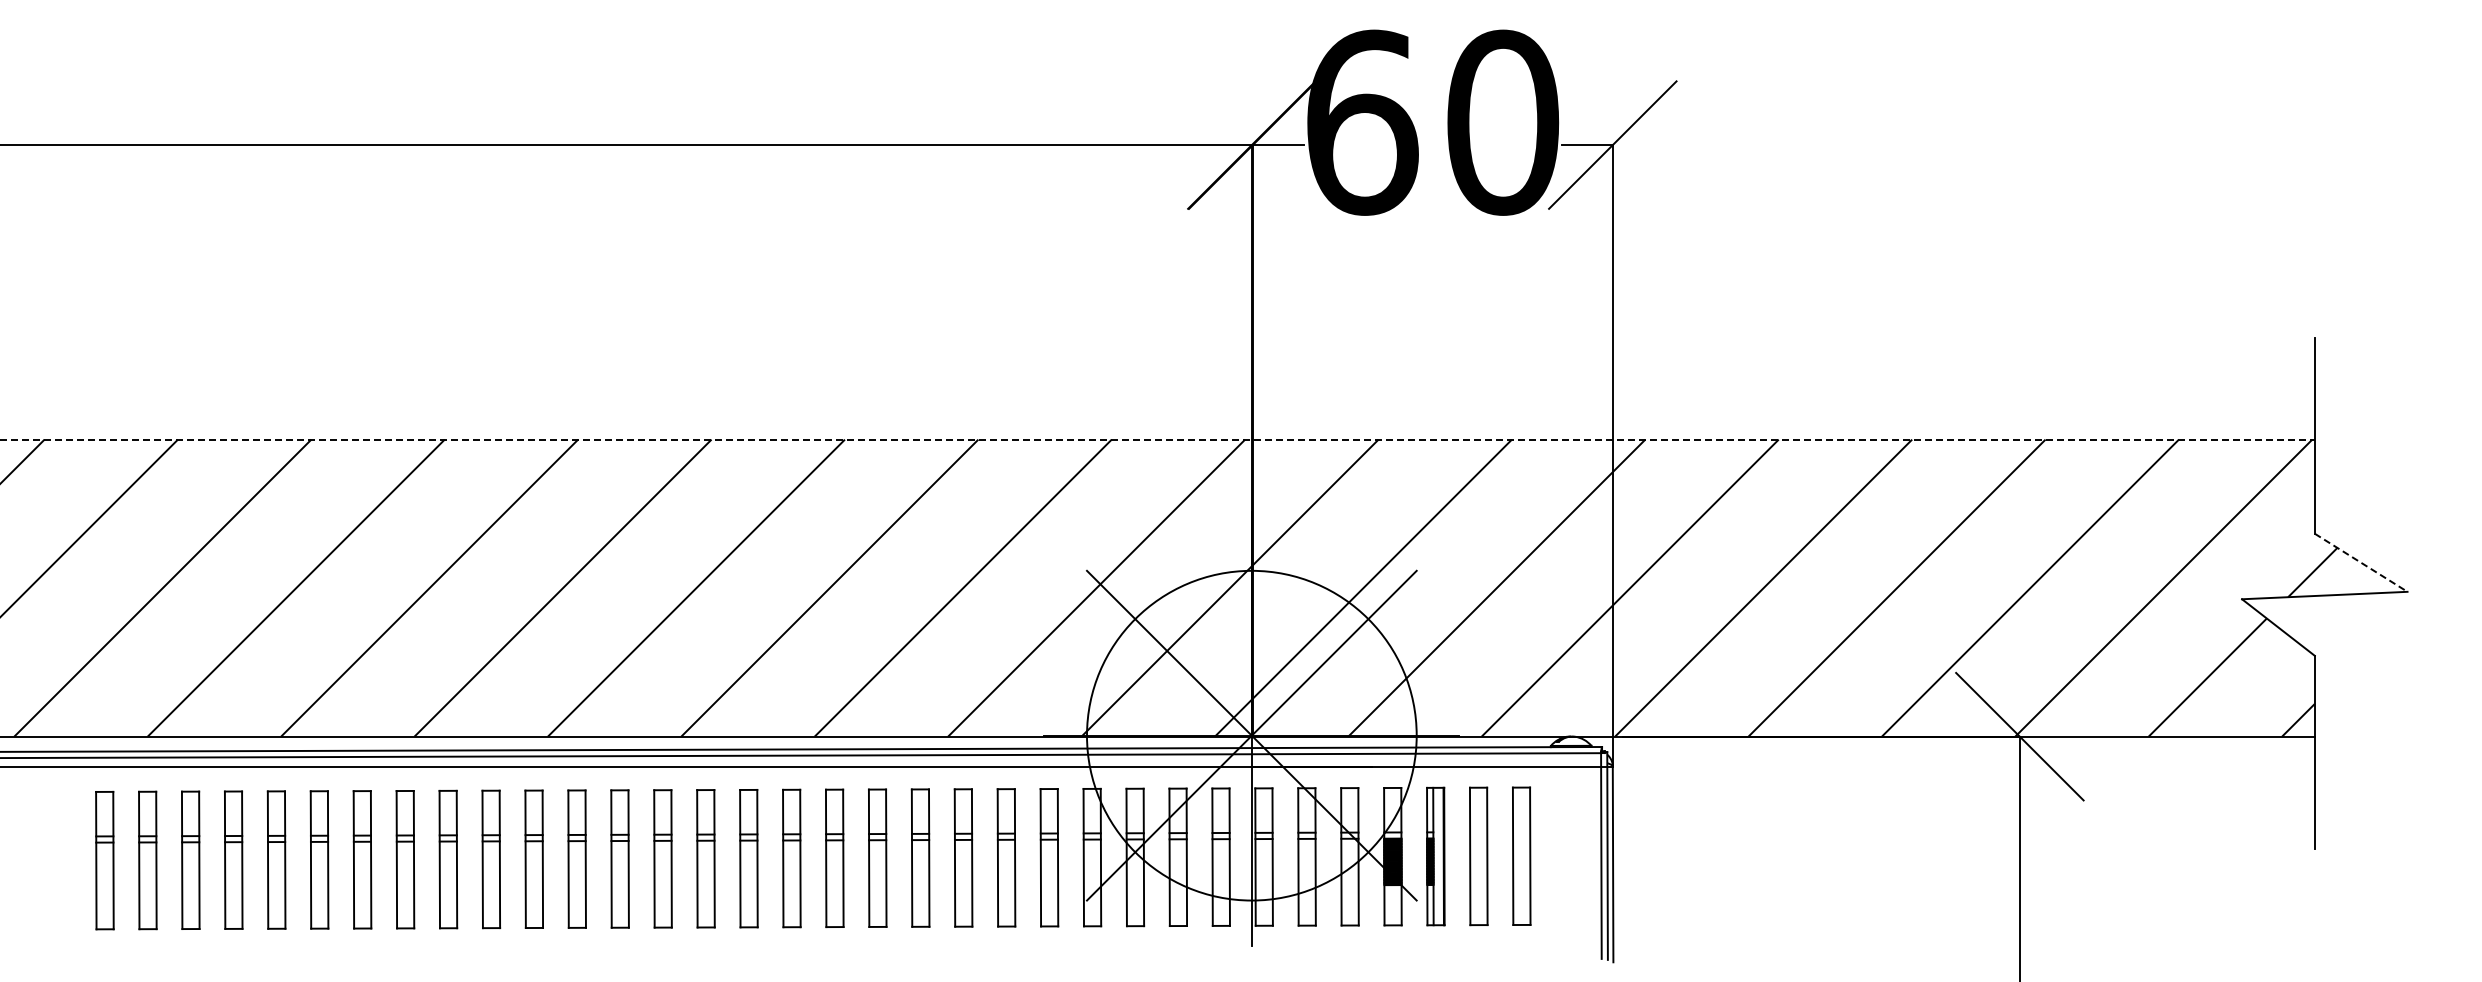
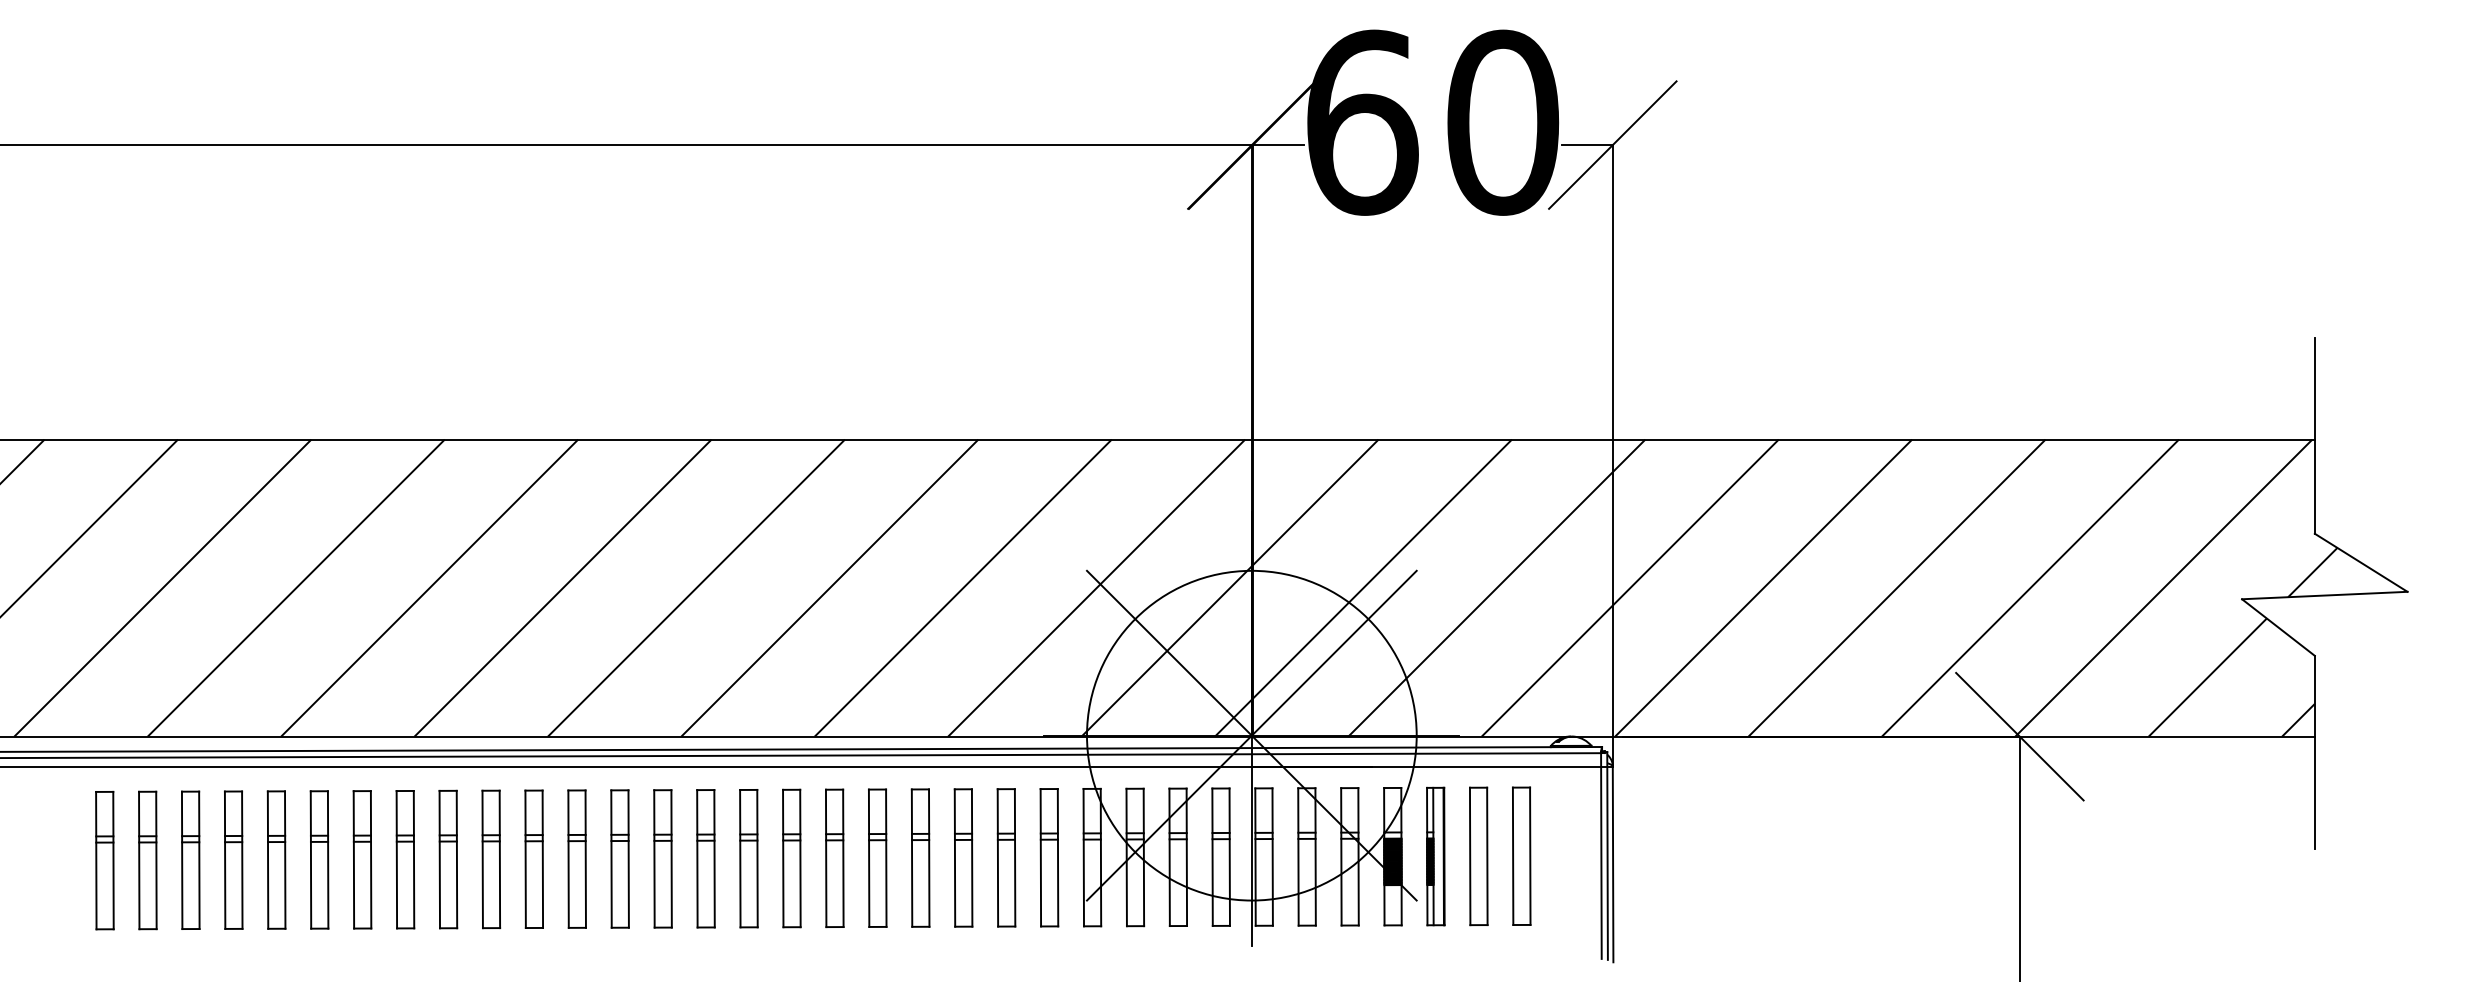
line at (1157, 439): dashed -> solid
line at (2361, 562): dashed -> solid
